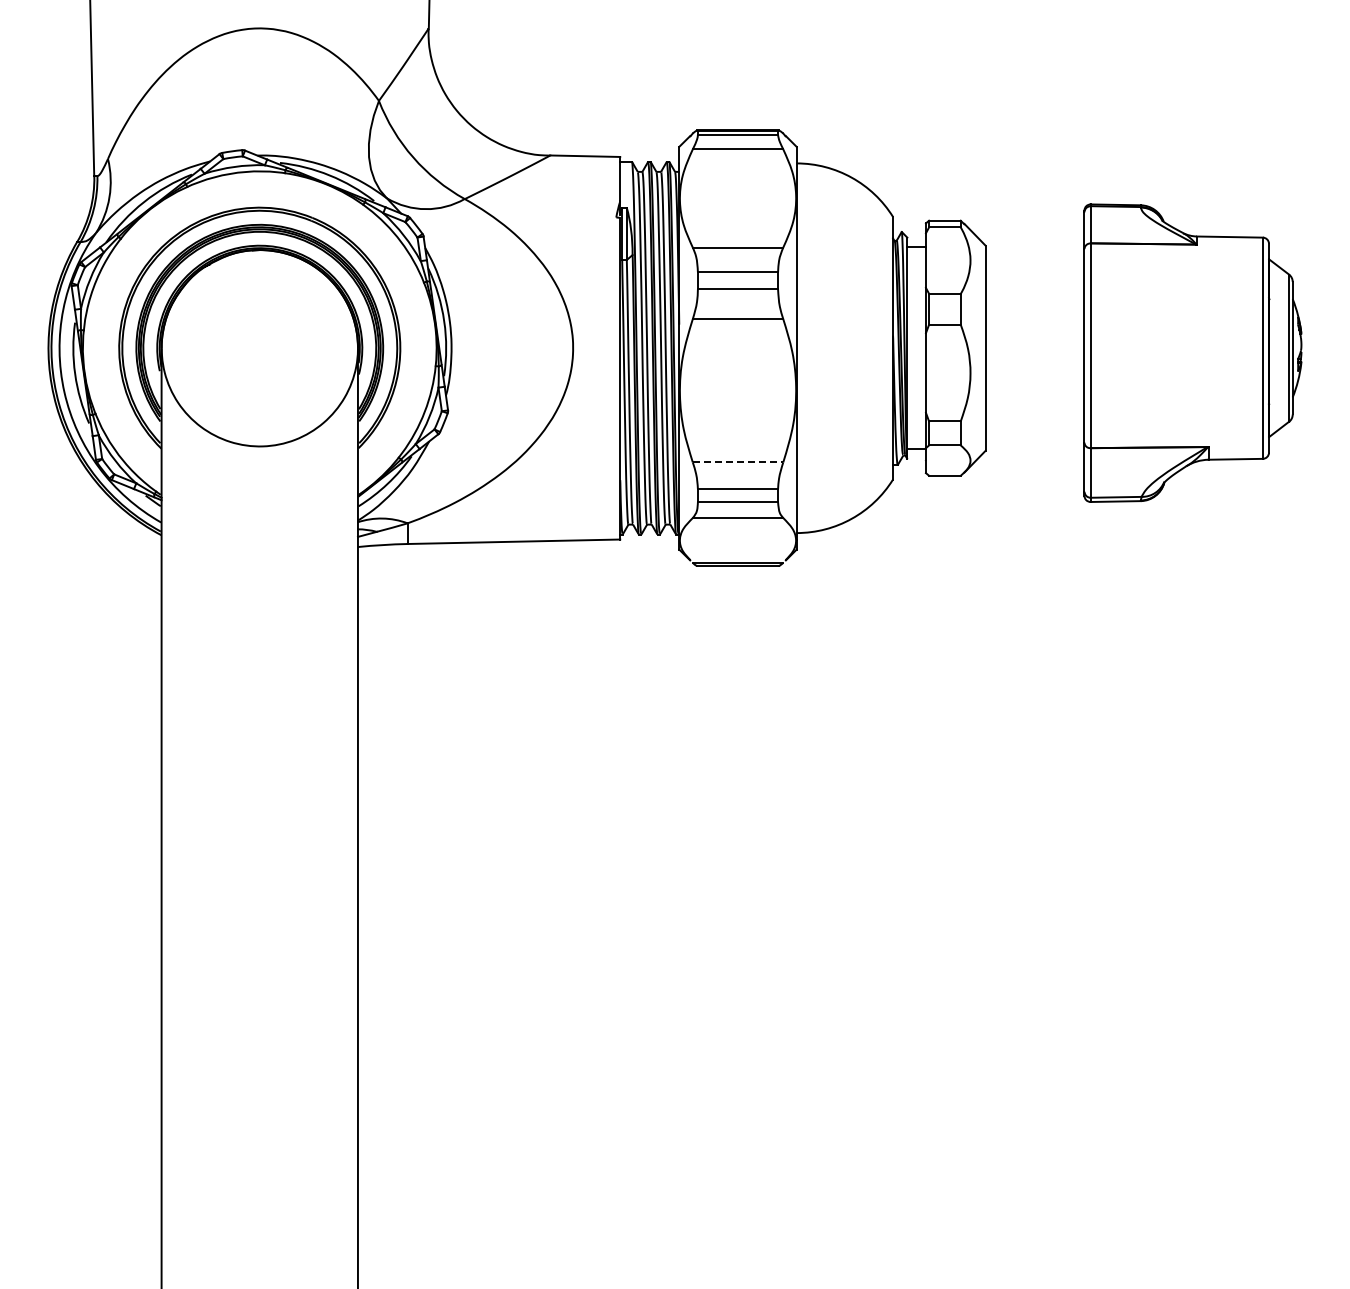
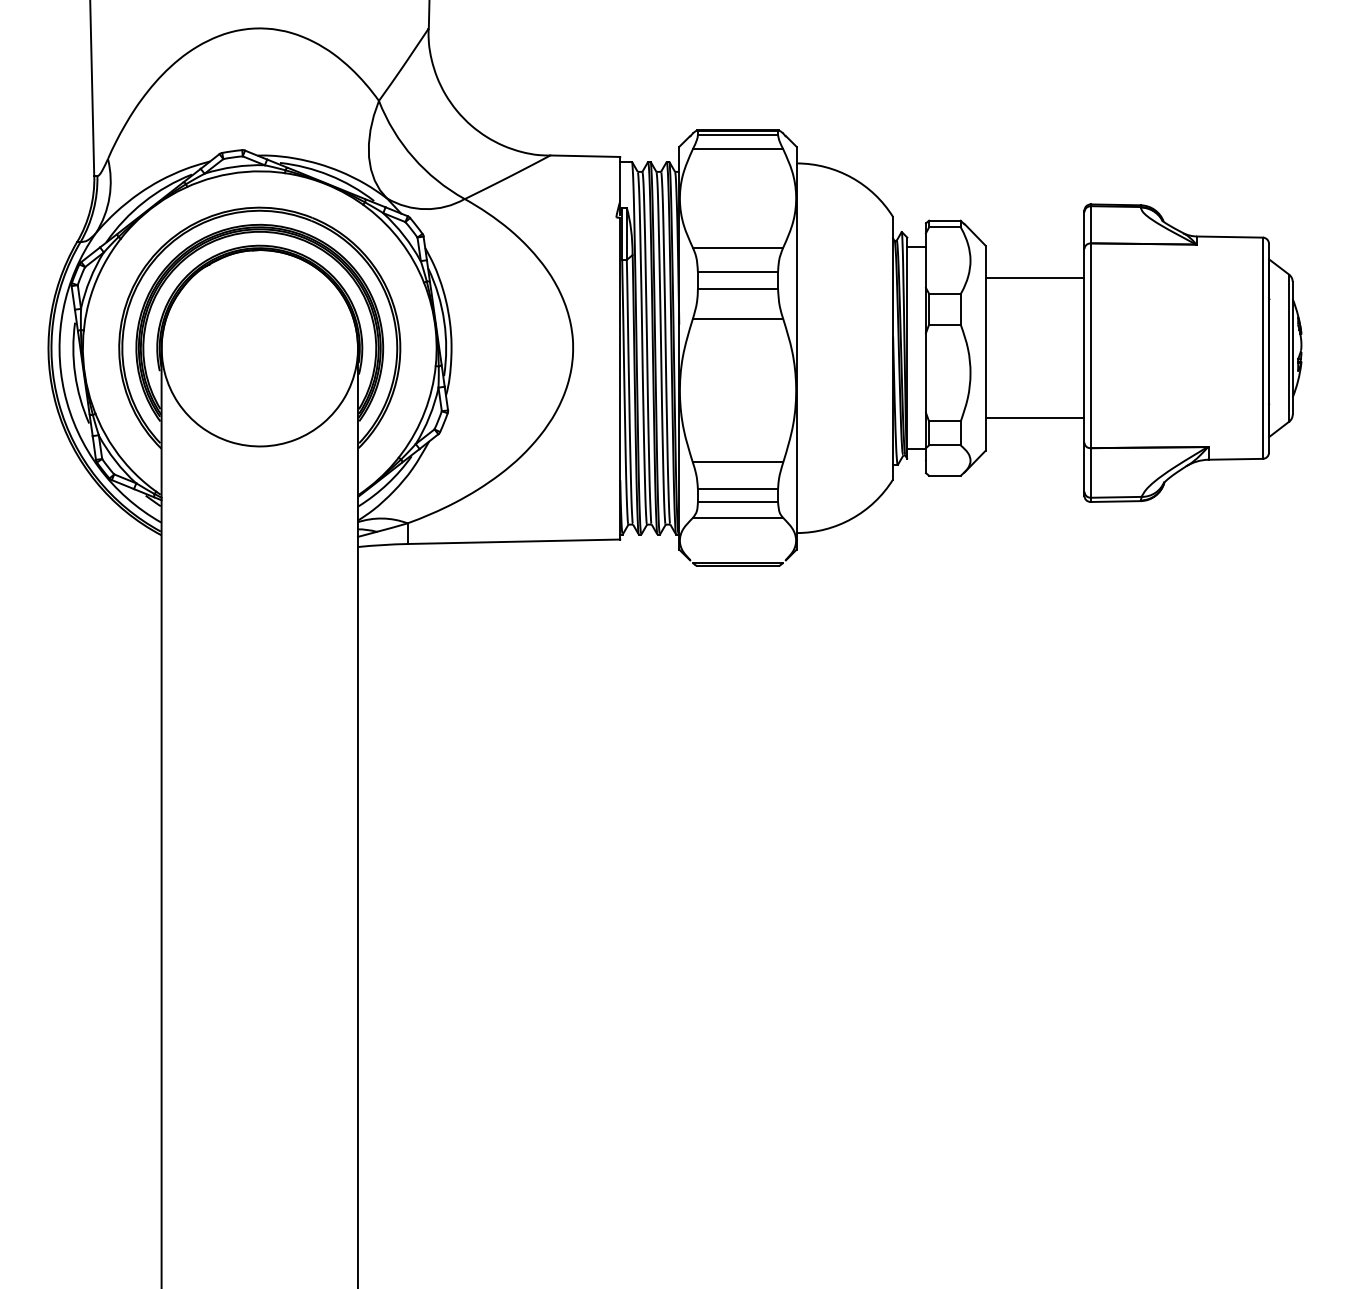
line at (1034, 278): none -> present
line at (1034, 418): none -> present
line at (738, 462): dashed -> solid
